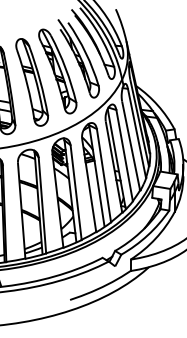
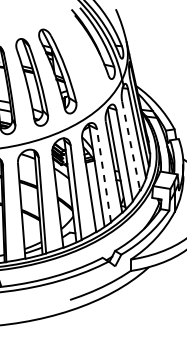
part at (78, 58): present -> none
line at (131, 146): solid -> dashed
line at (103, 174): solid -> dashed
